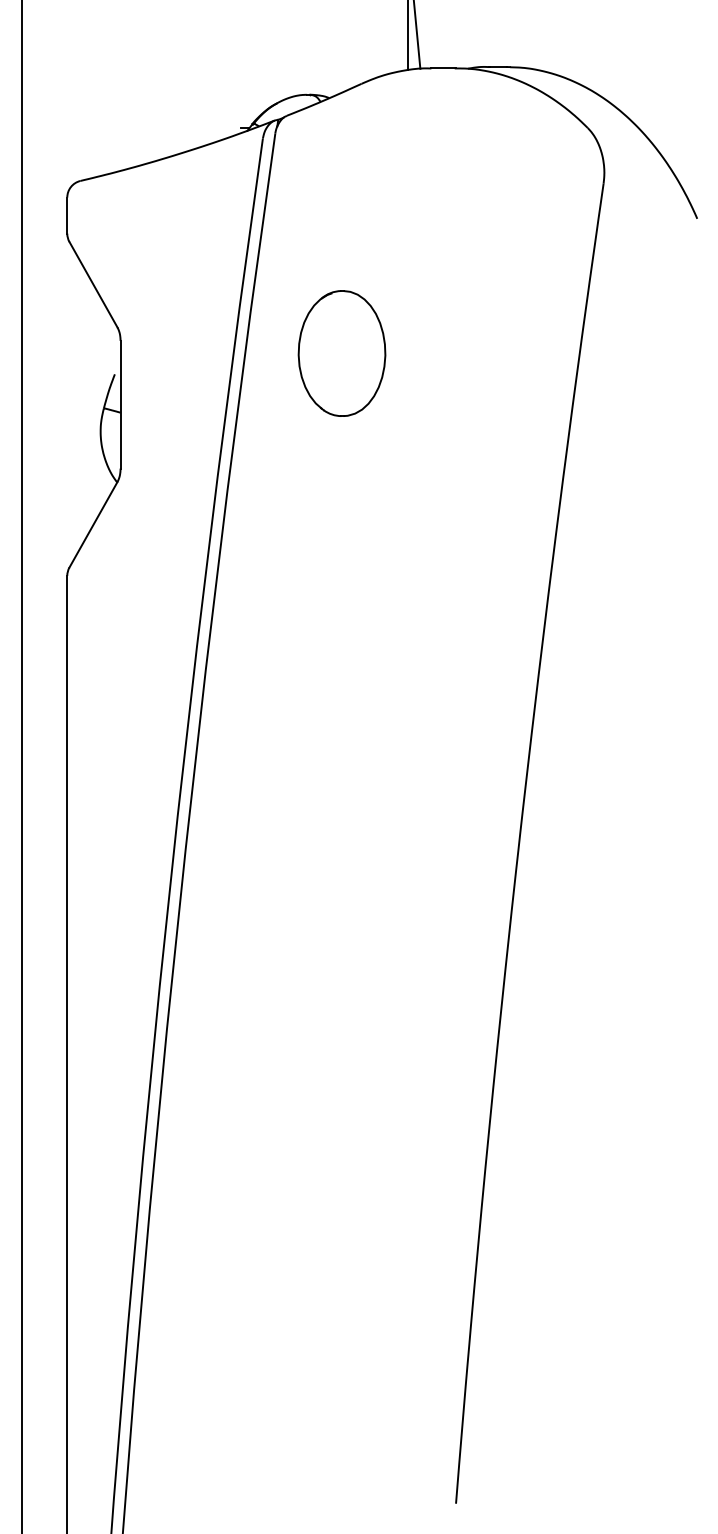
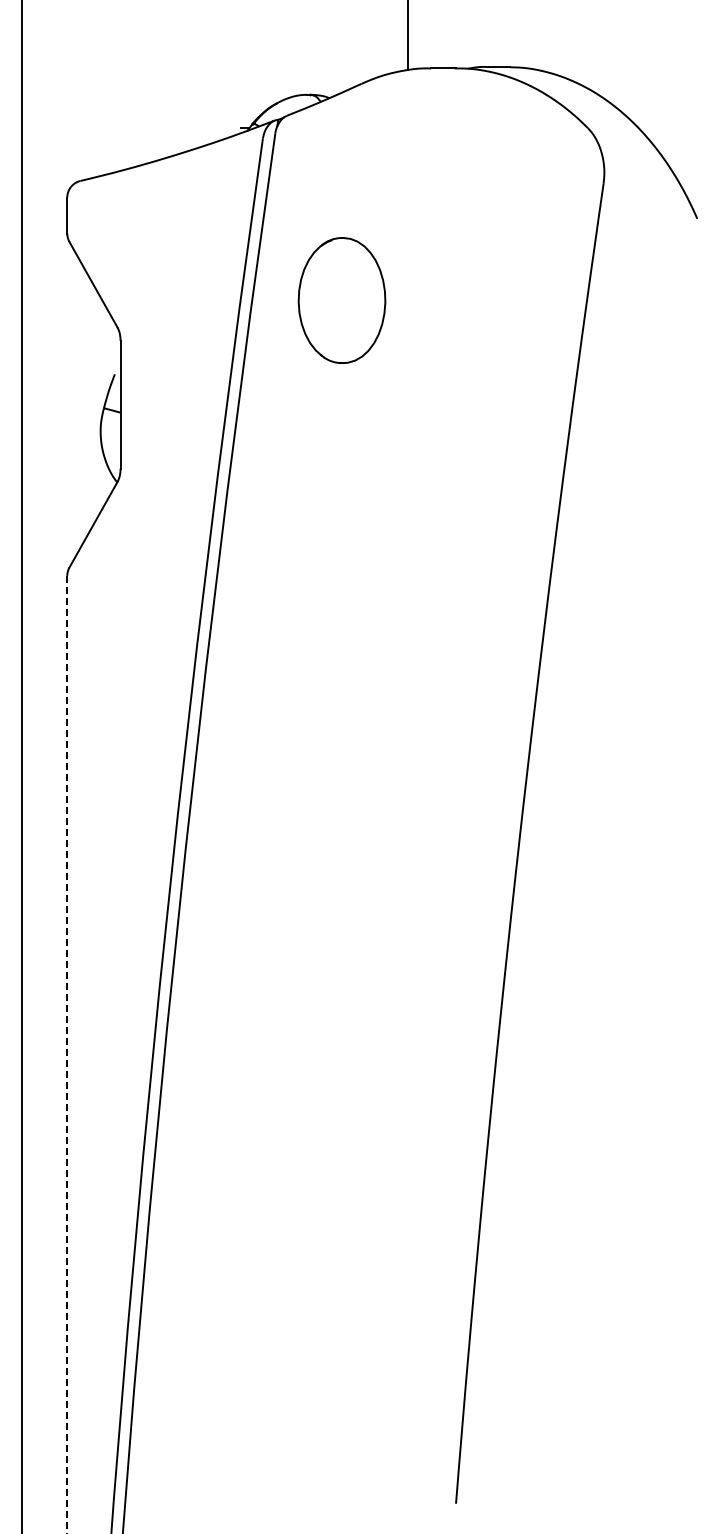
line at (416, 35): present -> none
part at (341, 353) position: (341, 353) -> (341, 300)
line at (67, 1054): solid -> dashed
